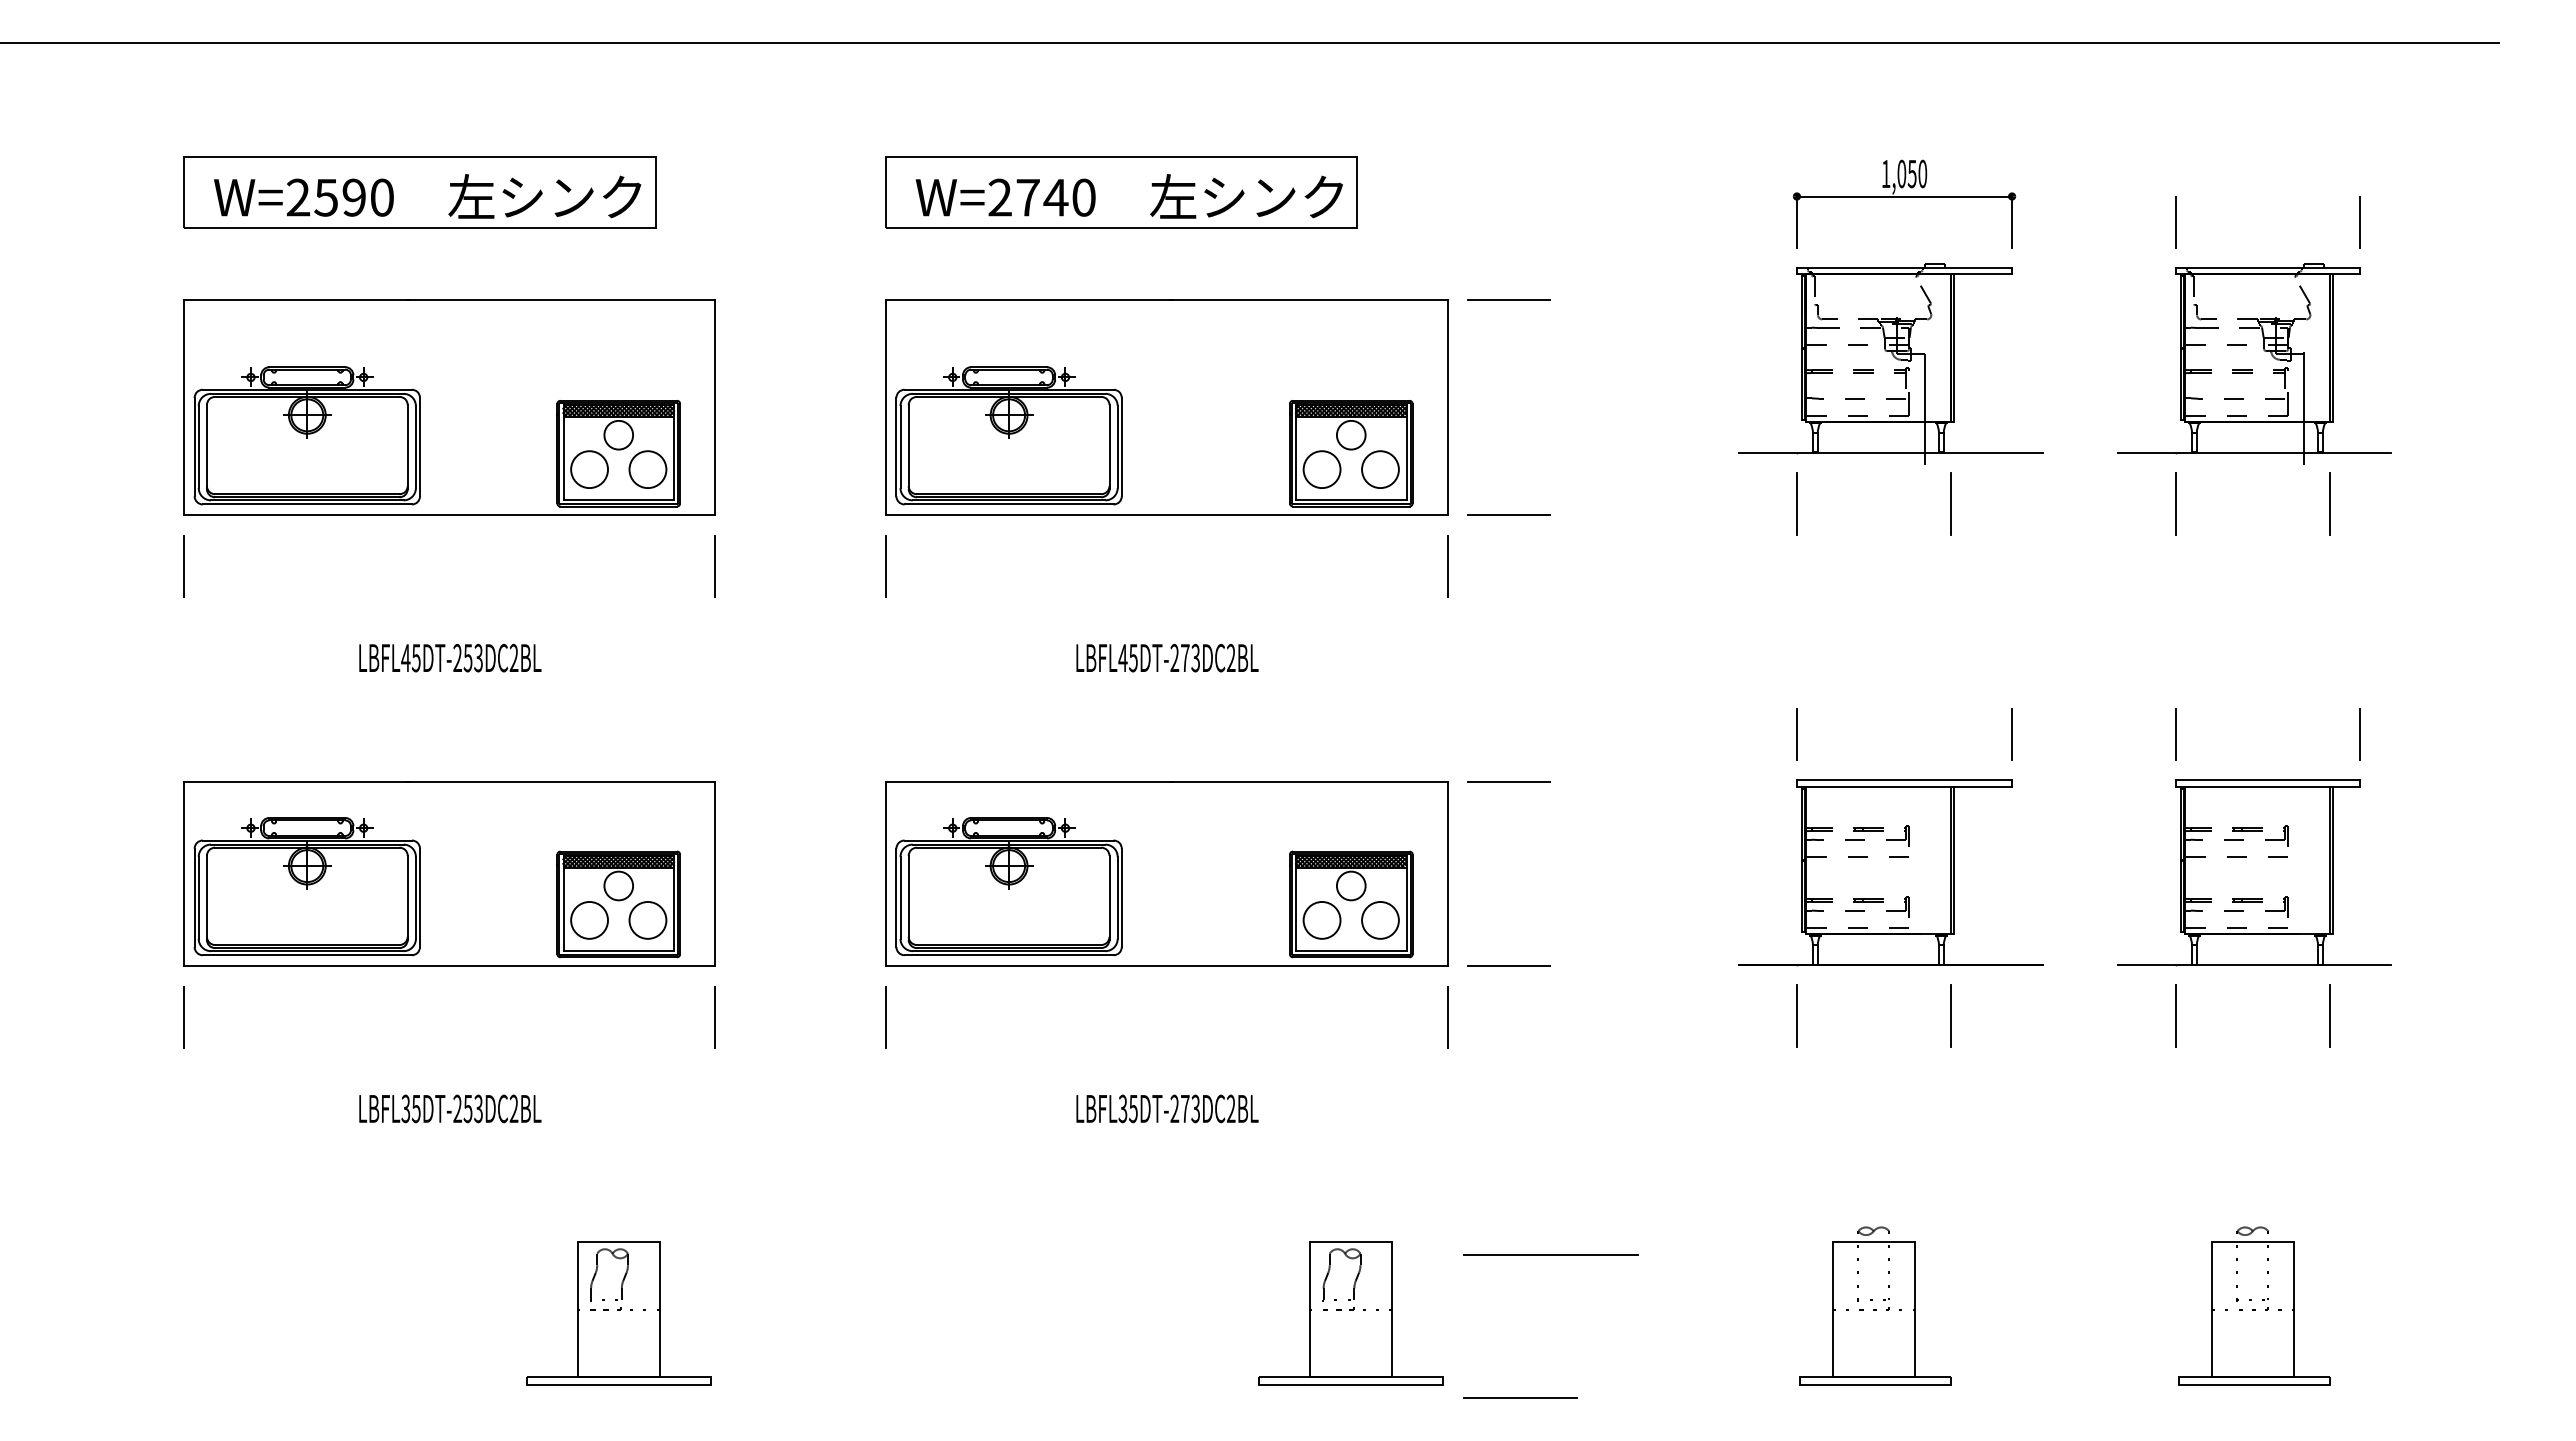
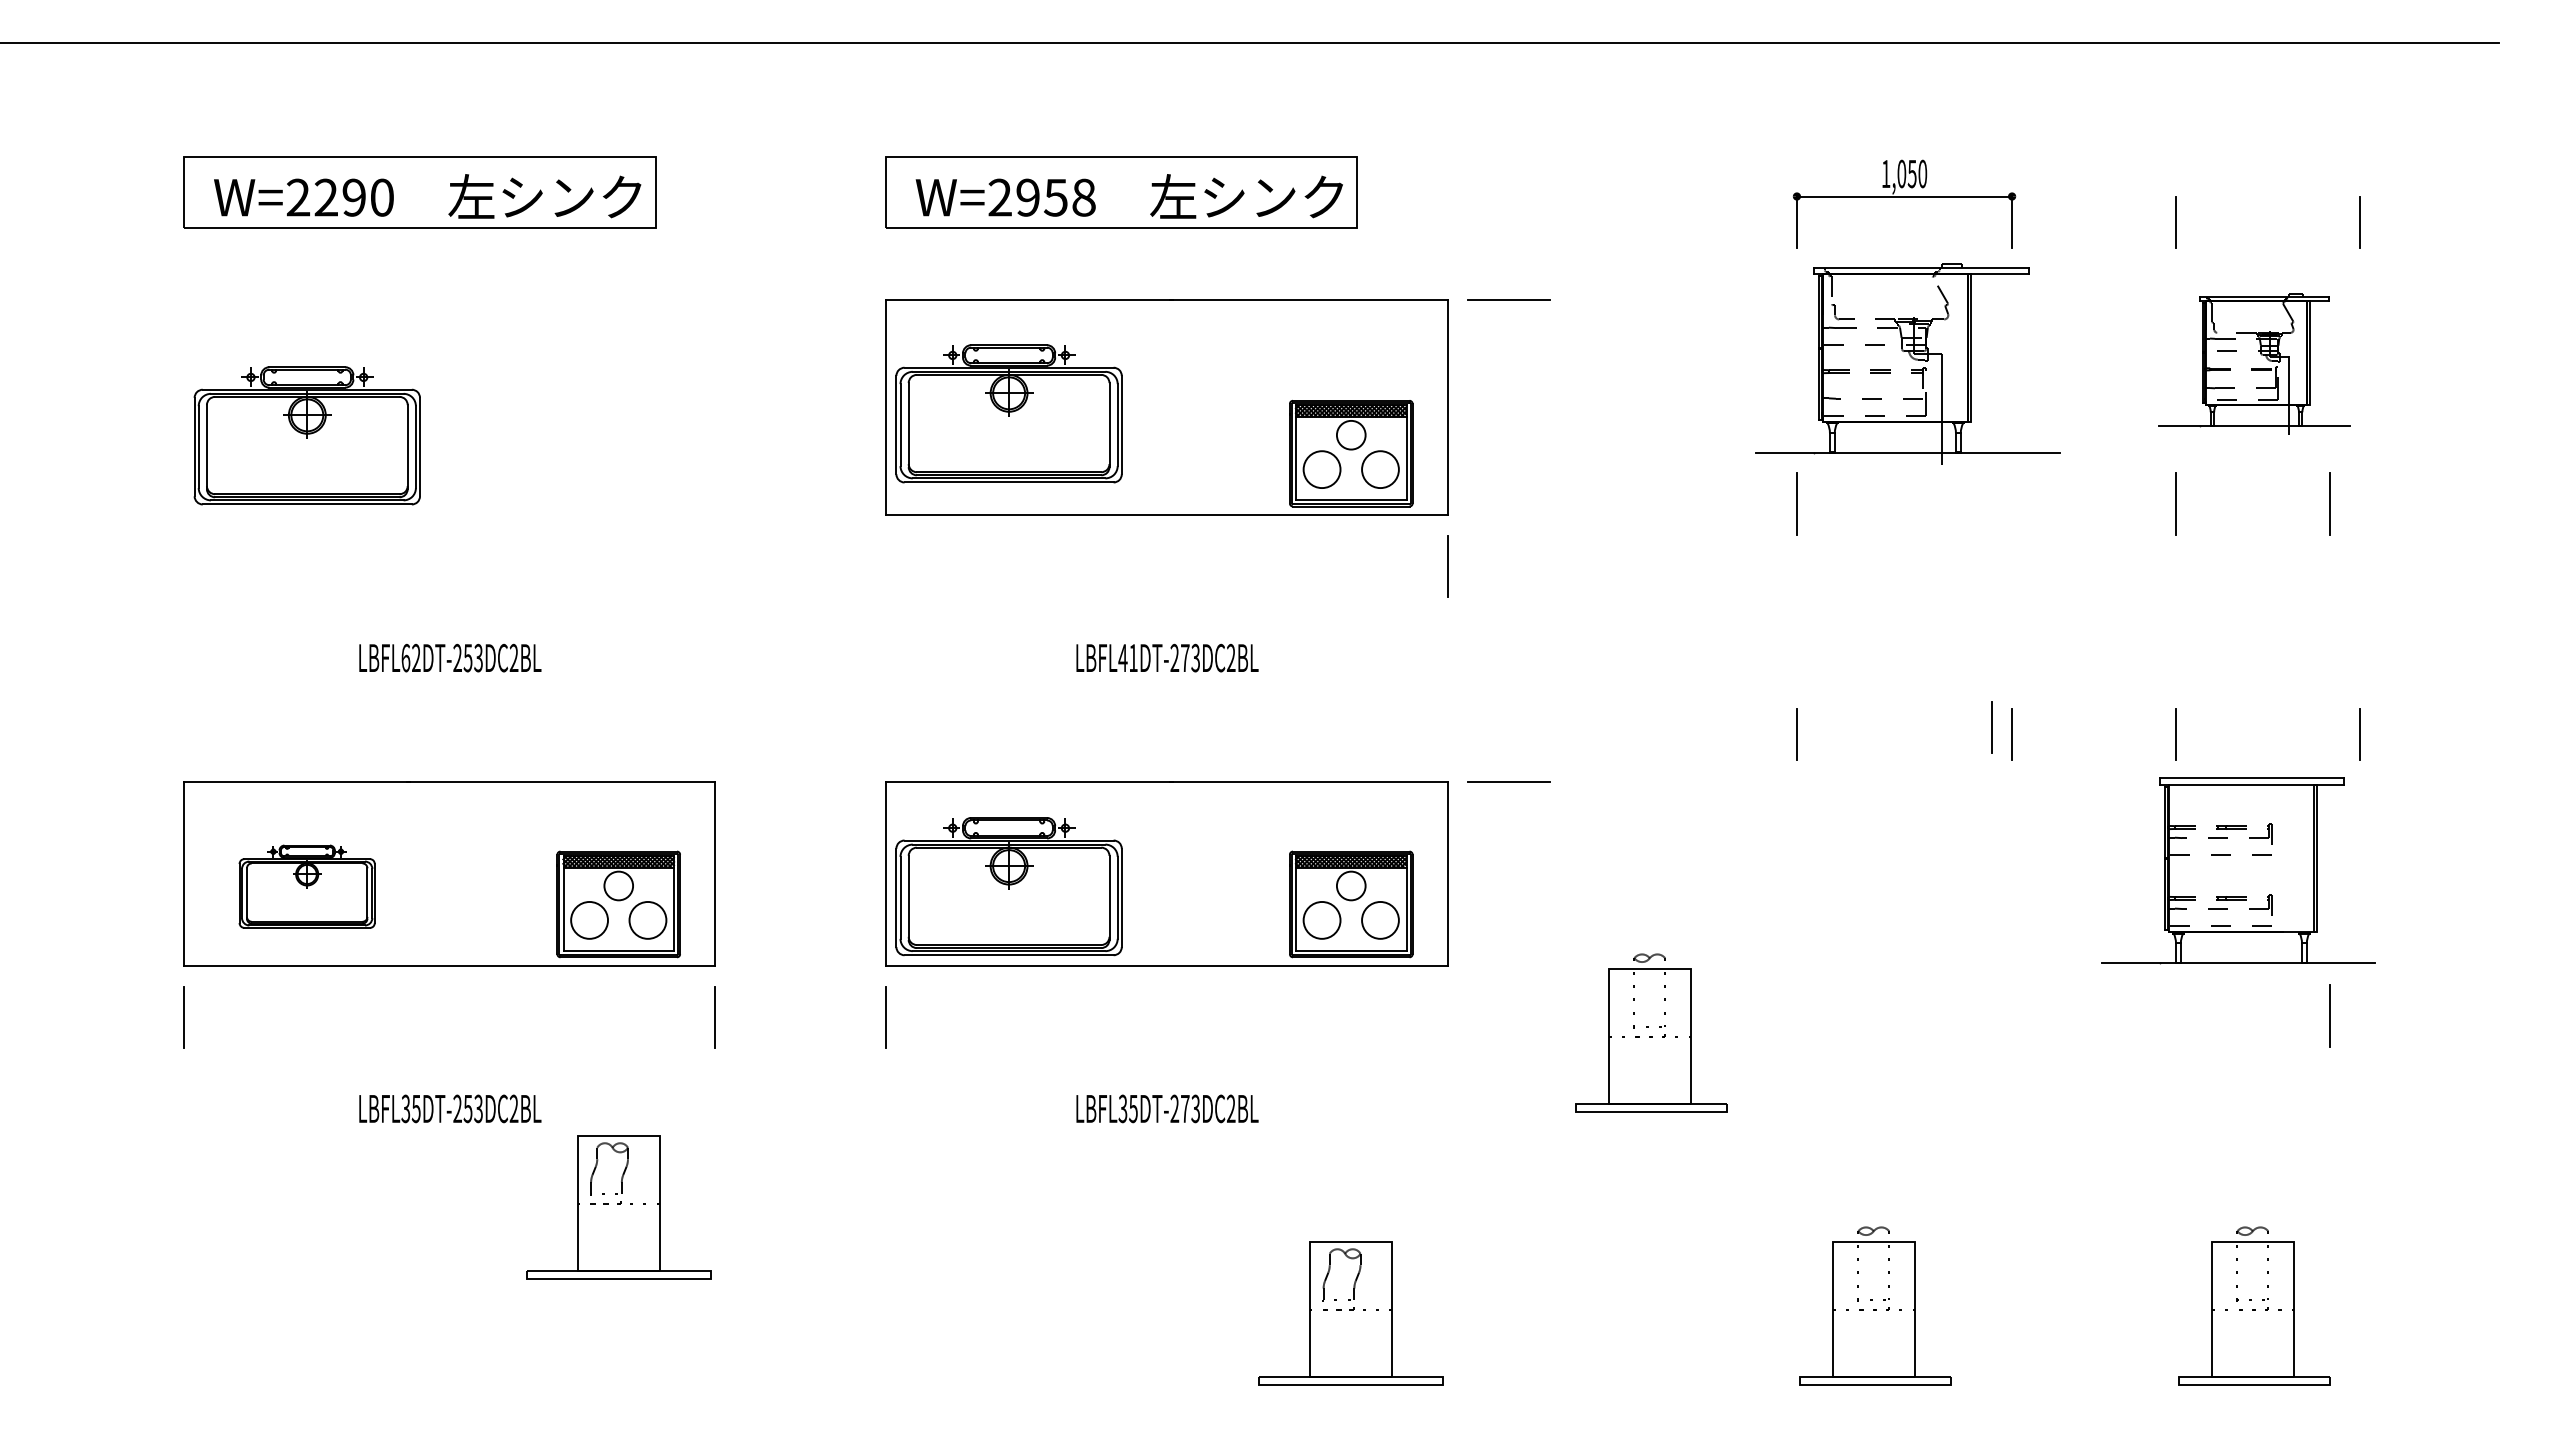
text at (325, 197): W=2590 -> W=2290
text at (1055, 197): W=2740 -> W=2958
part at (1890, 363) position: (1890, 363) -> (1907, 363)
part at (2254, 363) size: 275x202 px -> 193x142 px
part at (449, 407): present -> none
part at (1008, 435) position: (1008, 435) -> (1008, 413)
line at (1950, 503): present -> none
line at (1509, 515): present -> none
line at (183, 566): present -> none
line at (715, 566): present -> none
line at (886, 566): present -> none
text at (410, 657): LBFL45DT-253DC2BL -> LBFL62DT-253DC2BL
text at (1133, 658): LBFL45DT-273DC2BL -> LBFL41DT-273DC2BL
line at (1991, 727): none -> present
part at (1890, 872): present -> none
part at (2254, 872) position: (2254, 872) -> (2238, 870)
part at (306, 886) size: 228x140 px -> 138x85 px
line at (1509, 966): present -> none
line at (1796, 1015): present -> none
line at (1950, 1015): present -> none
line at (2176, 1015): present -> none
line at (1447, 1017): present -> none
part at (1651, 1032): none -> present
line at (1550, 1254): present -> none
part at (618, 1313) position: (618, 1313) -> (618, 1207)
line at (1519, 1397): present -> none
